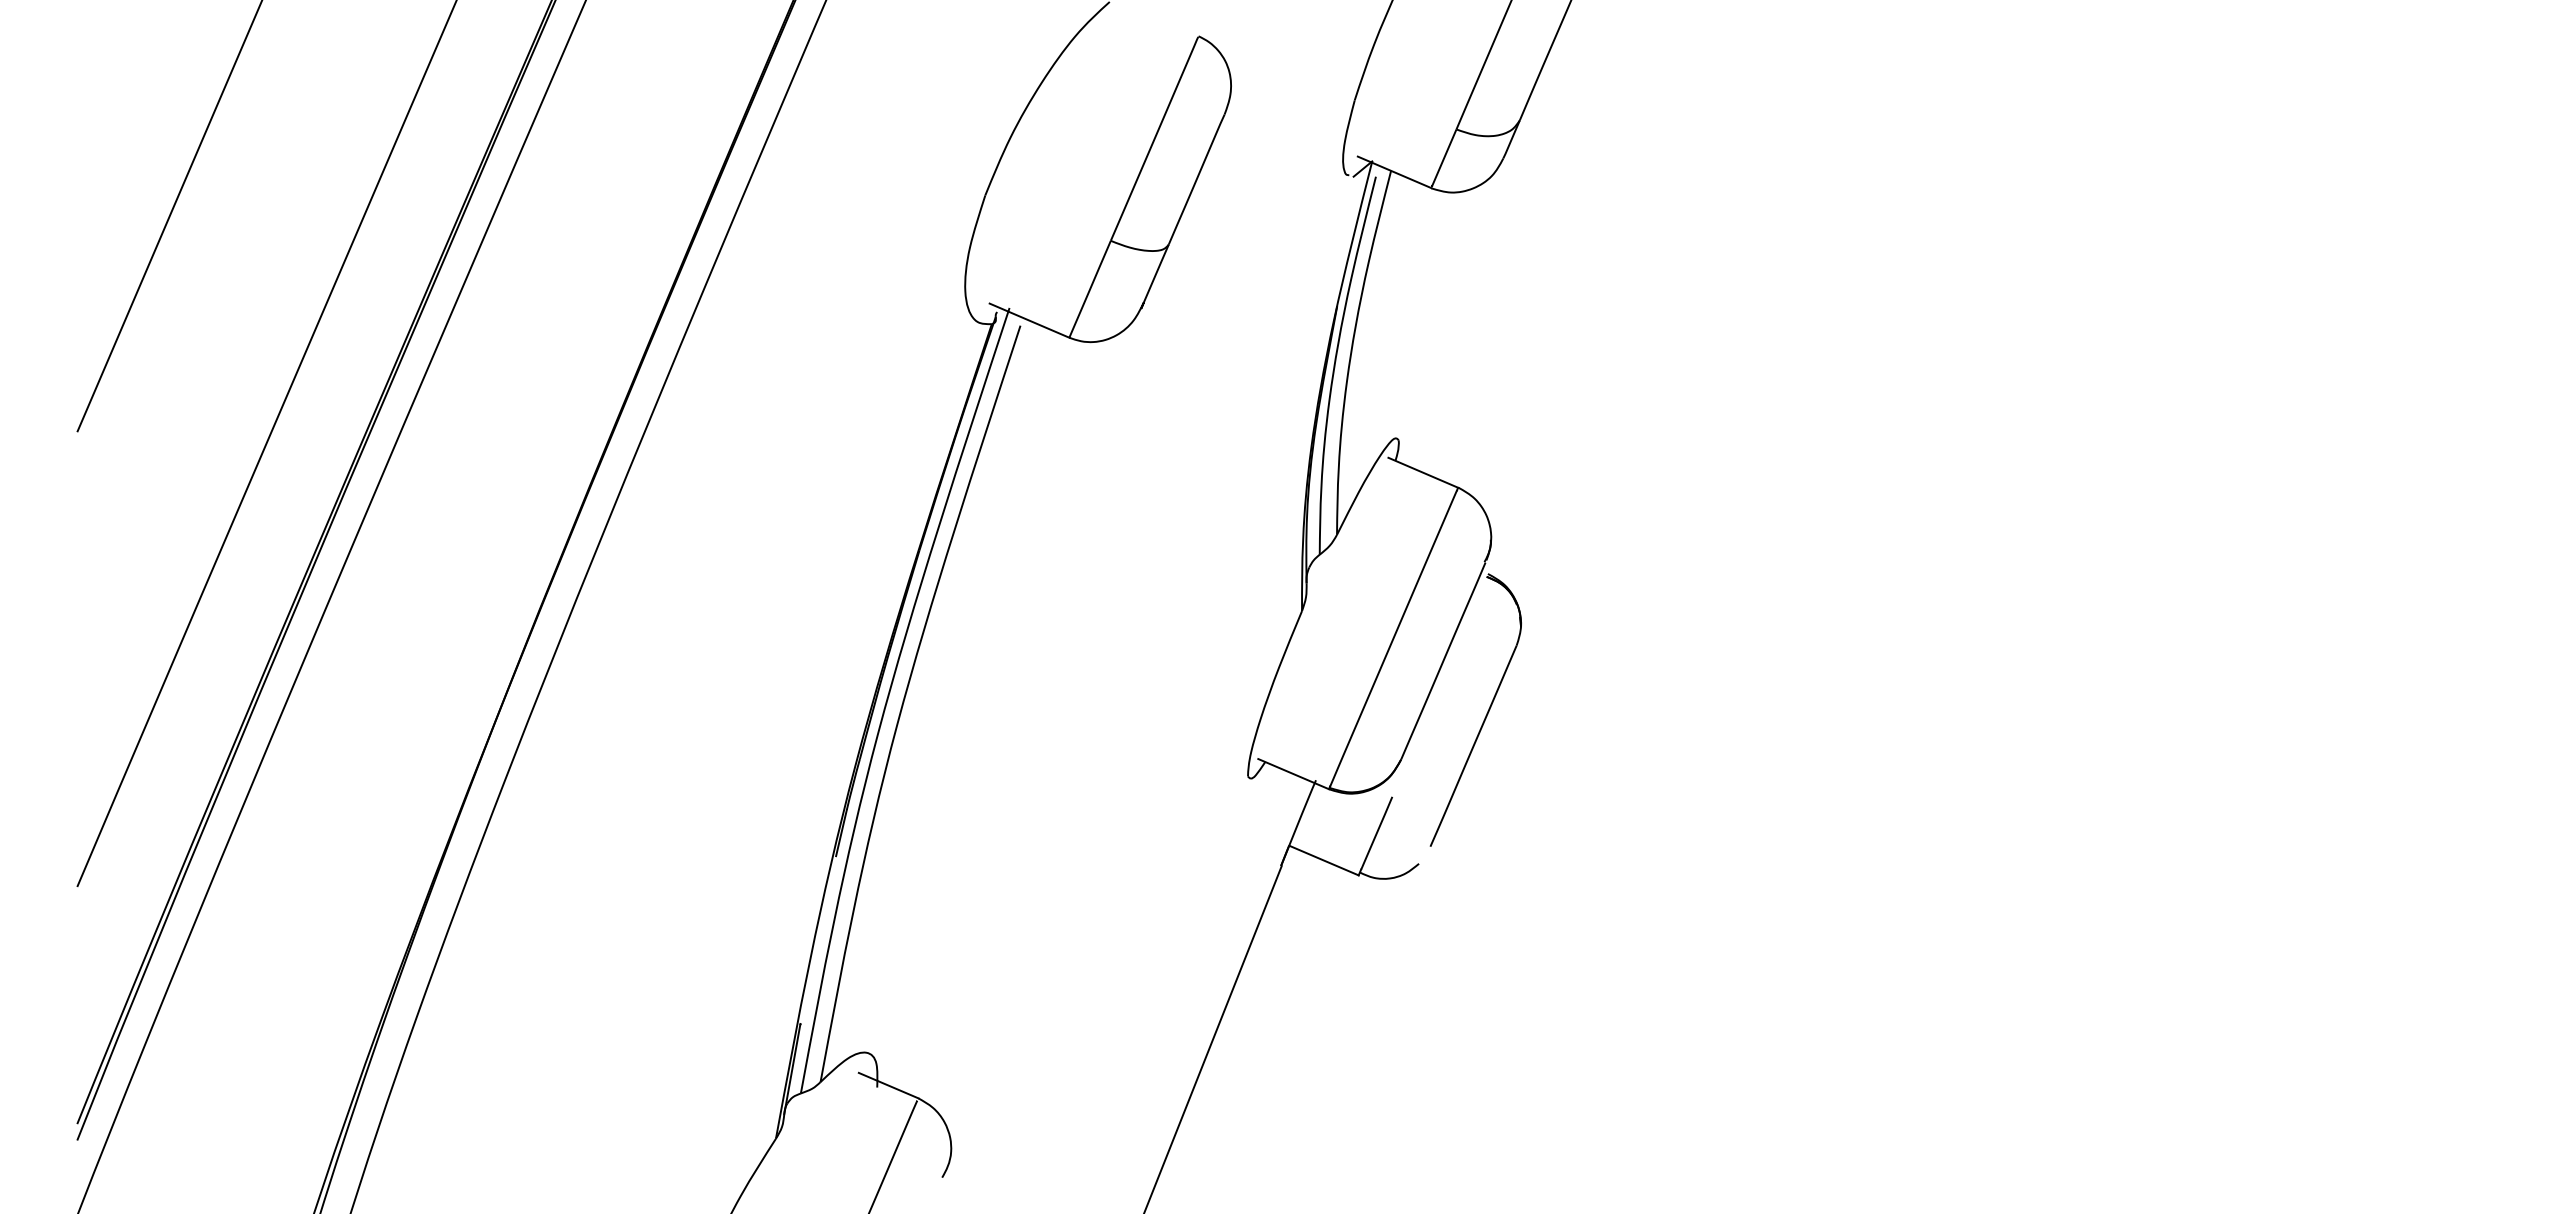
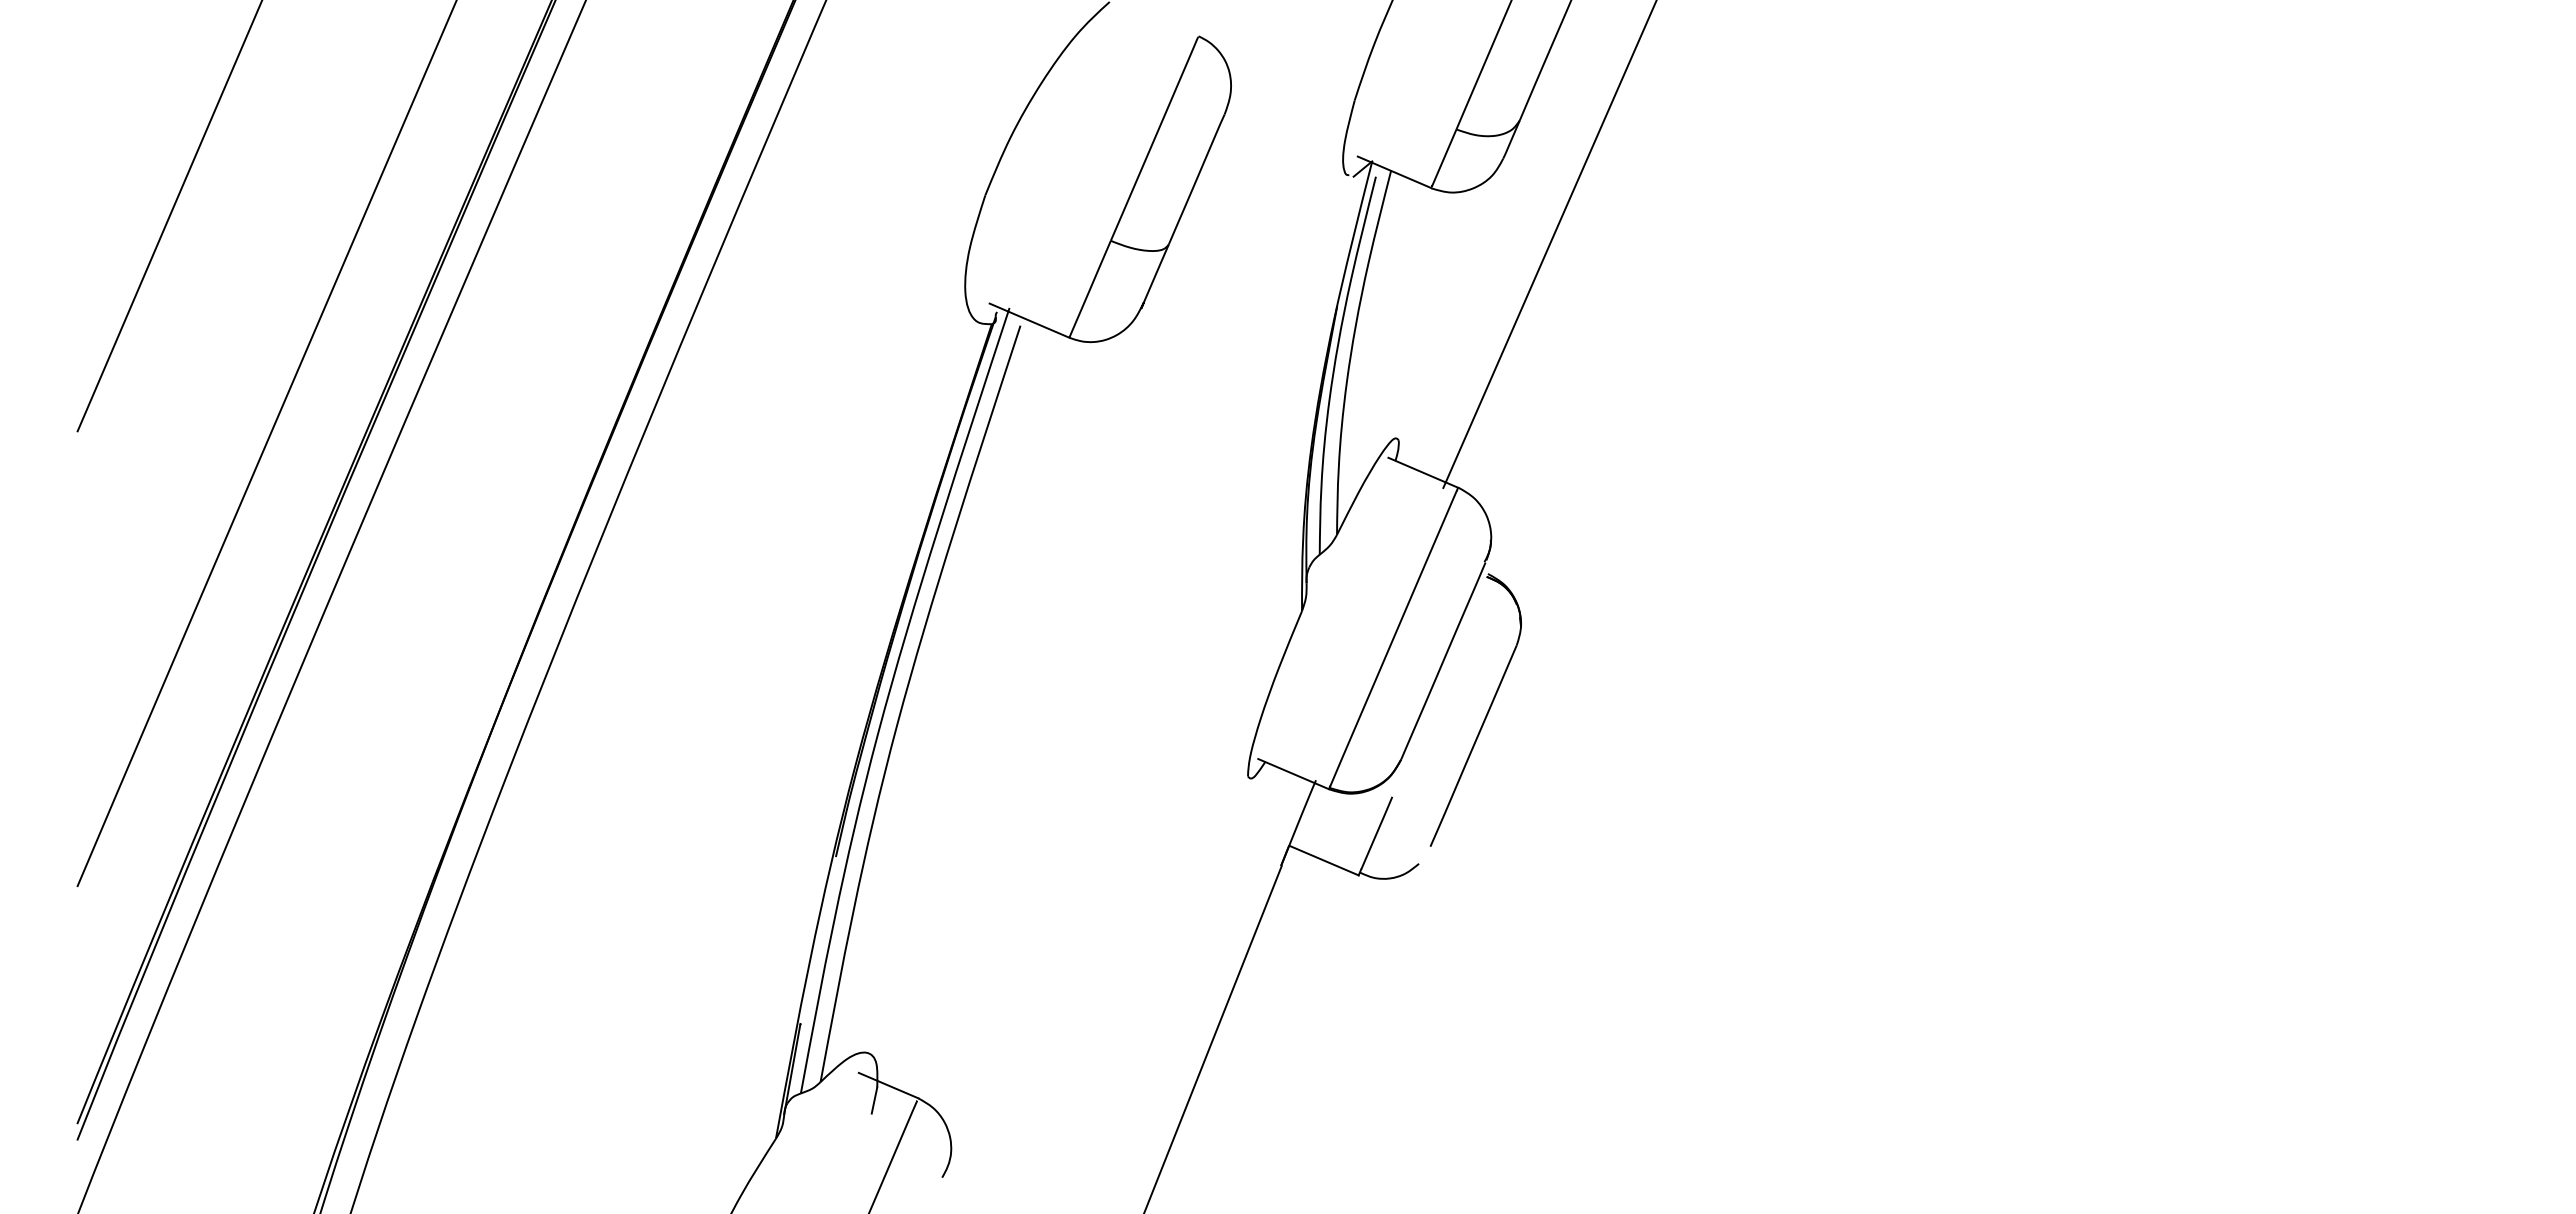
line at (1549, 244): none -> present
line at (874, 1100): none -> present
